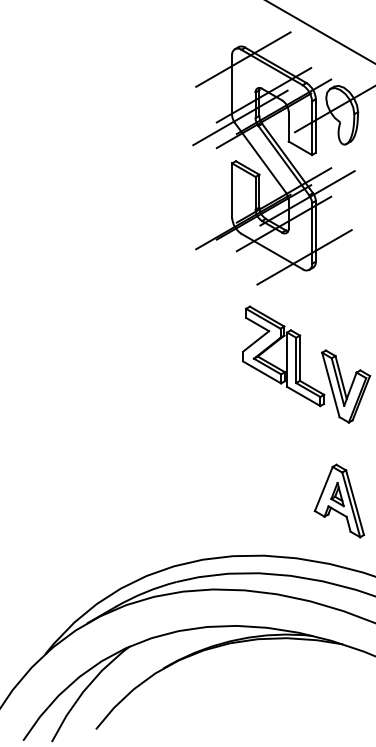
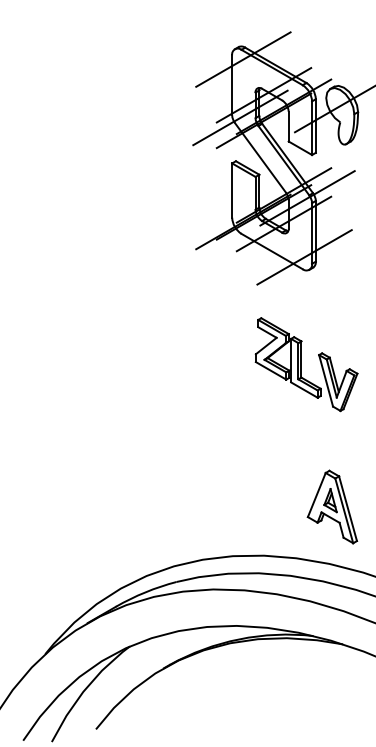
line at (320, 32): present -> none
part at (306, 364) size: 130x119 px -> 105x96 px
part at (339, 500) position: (339, 500) -> (332, 506)
